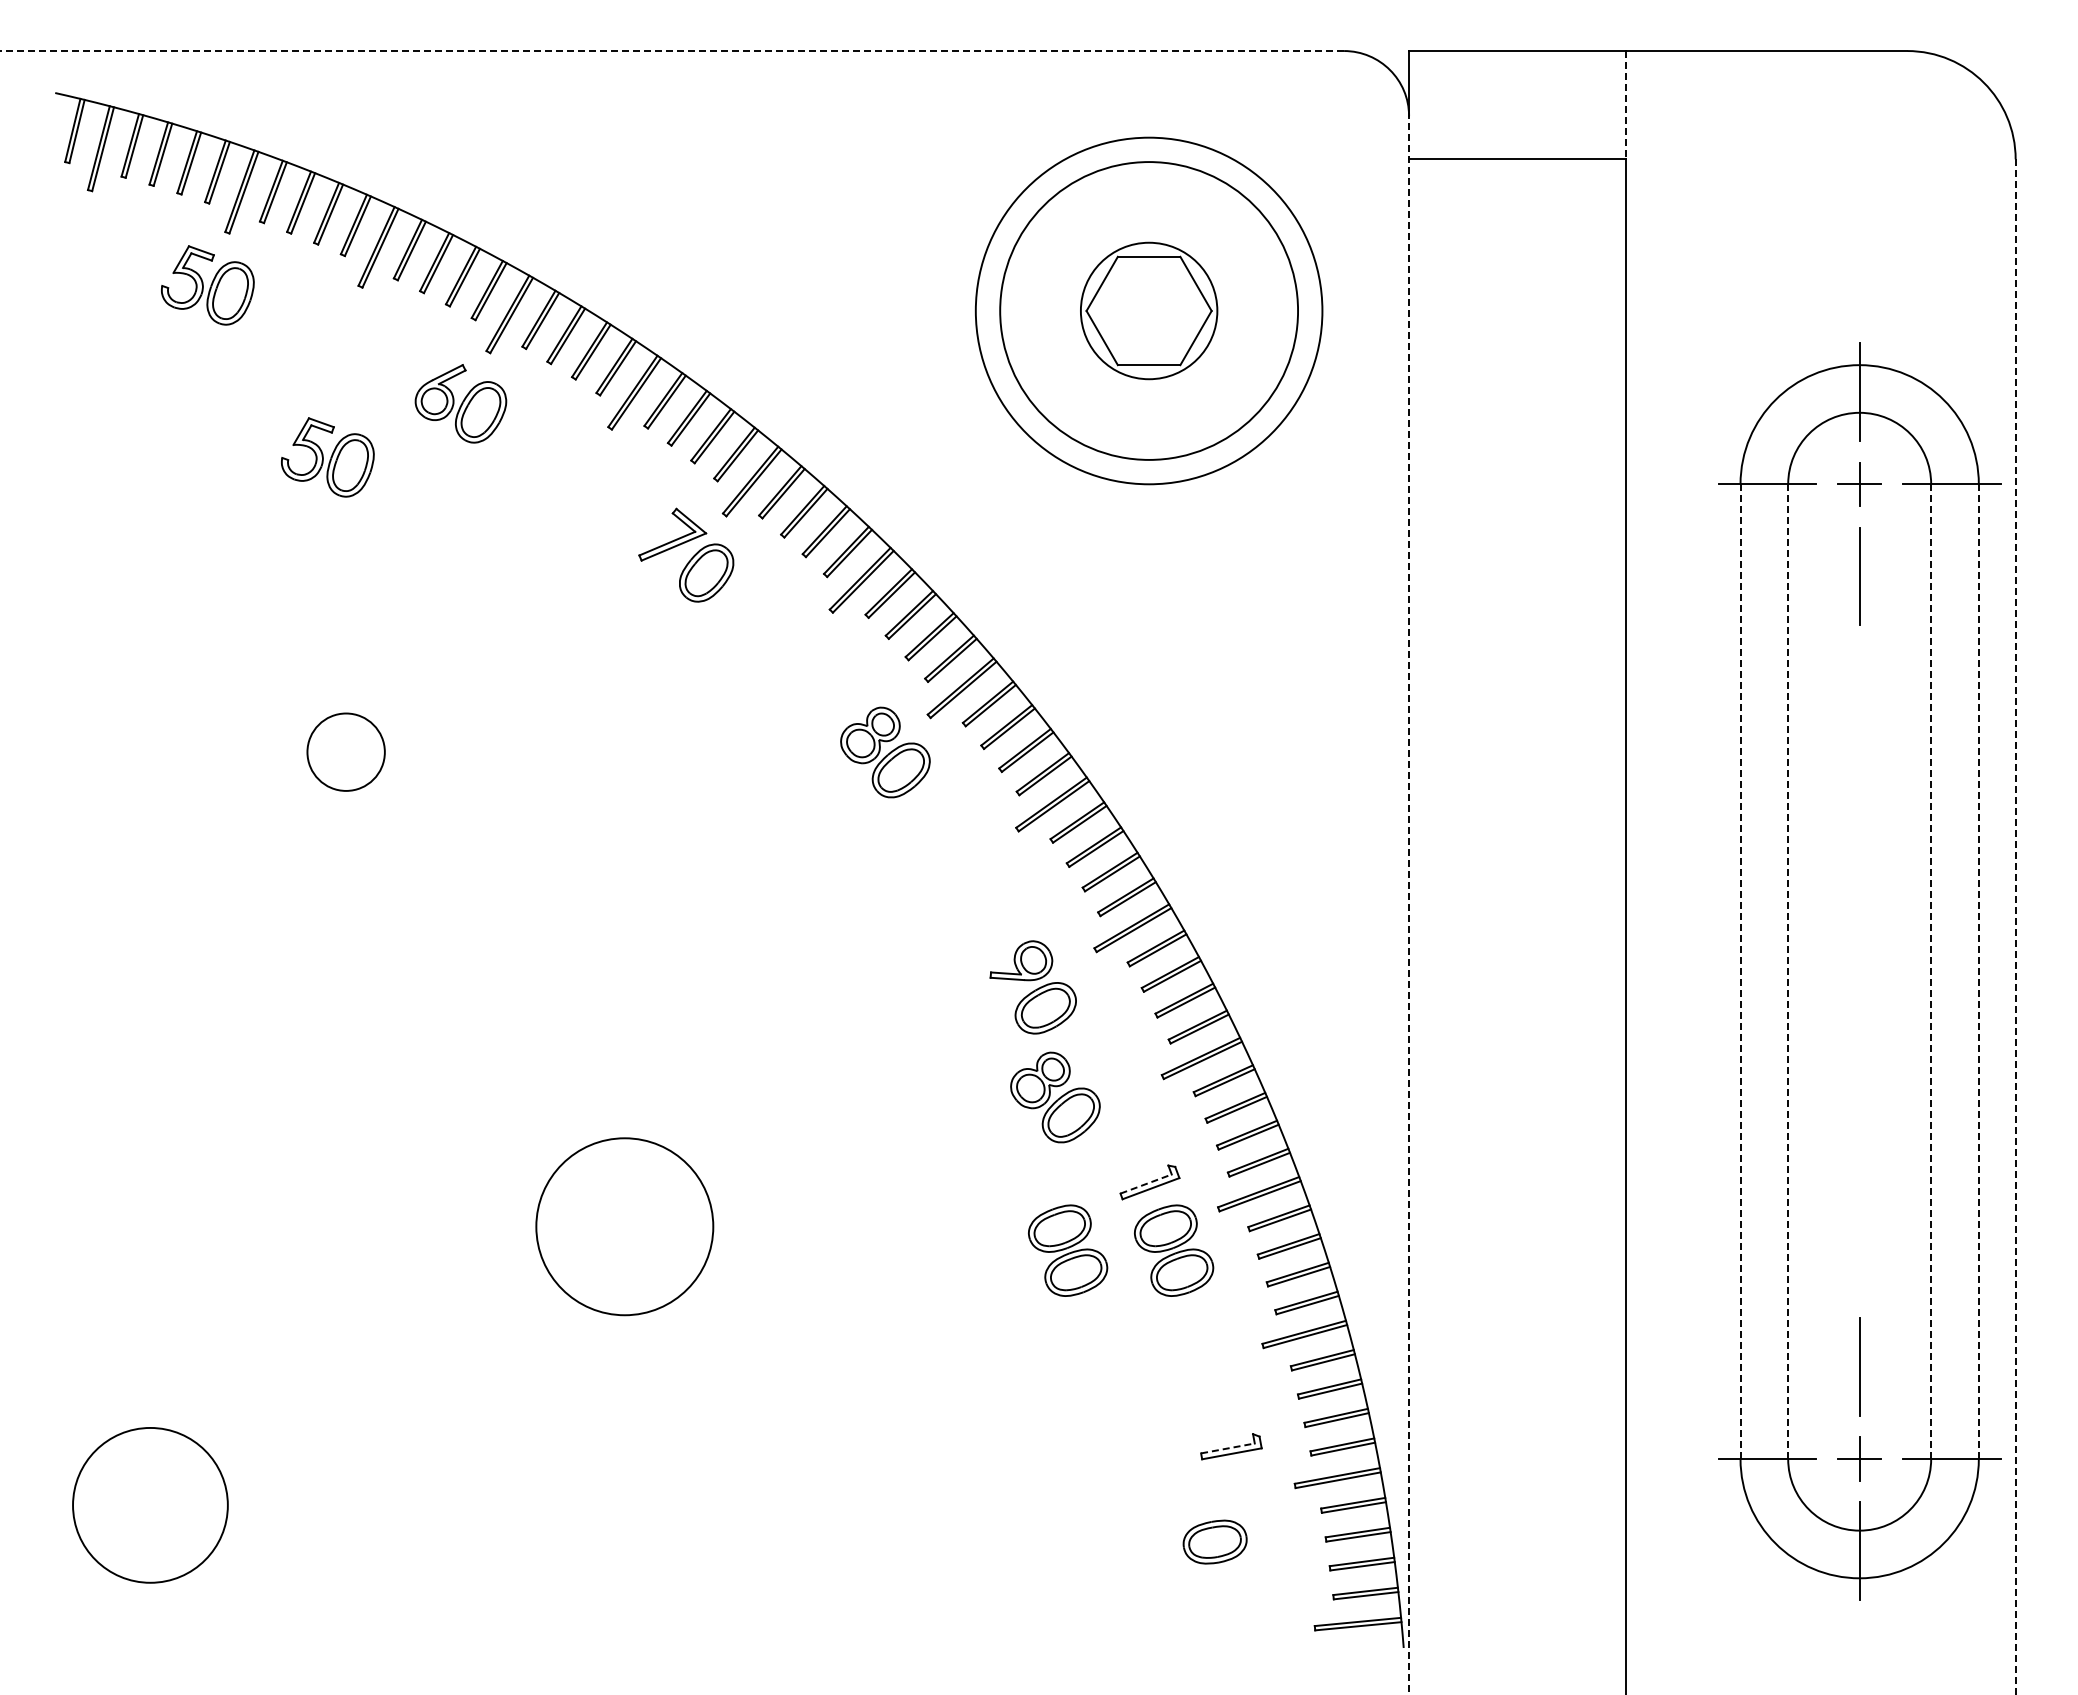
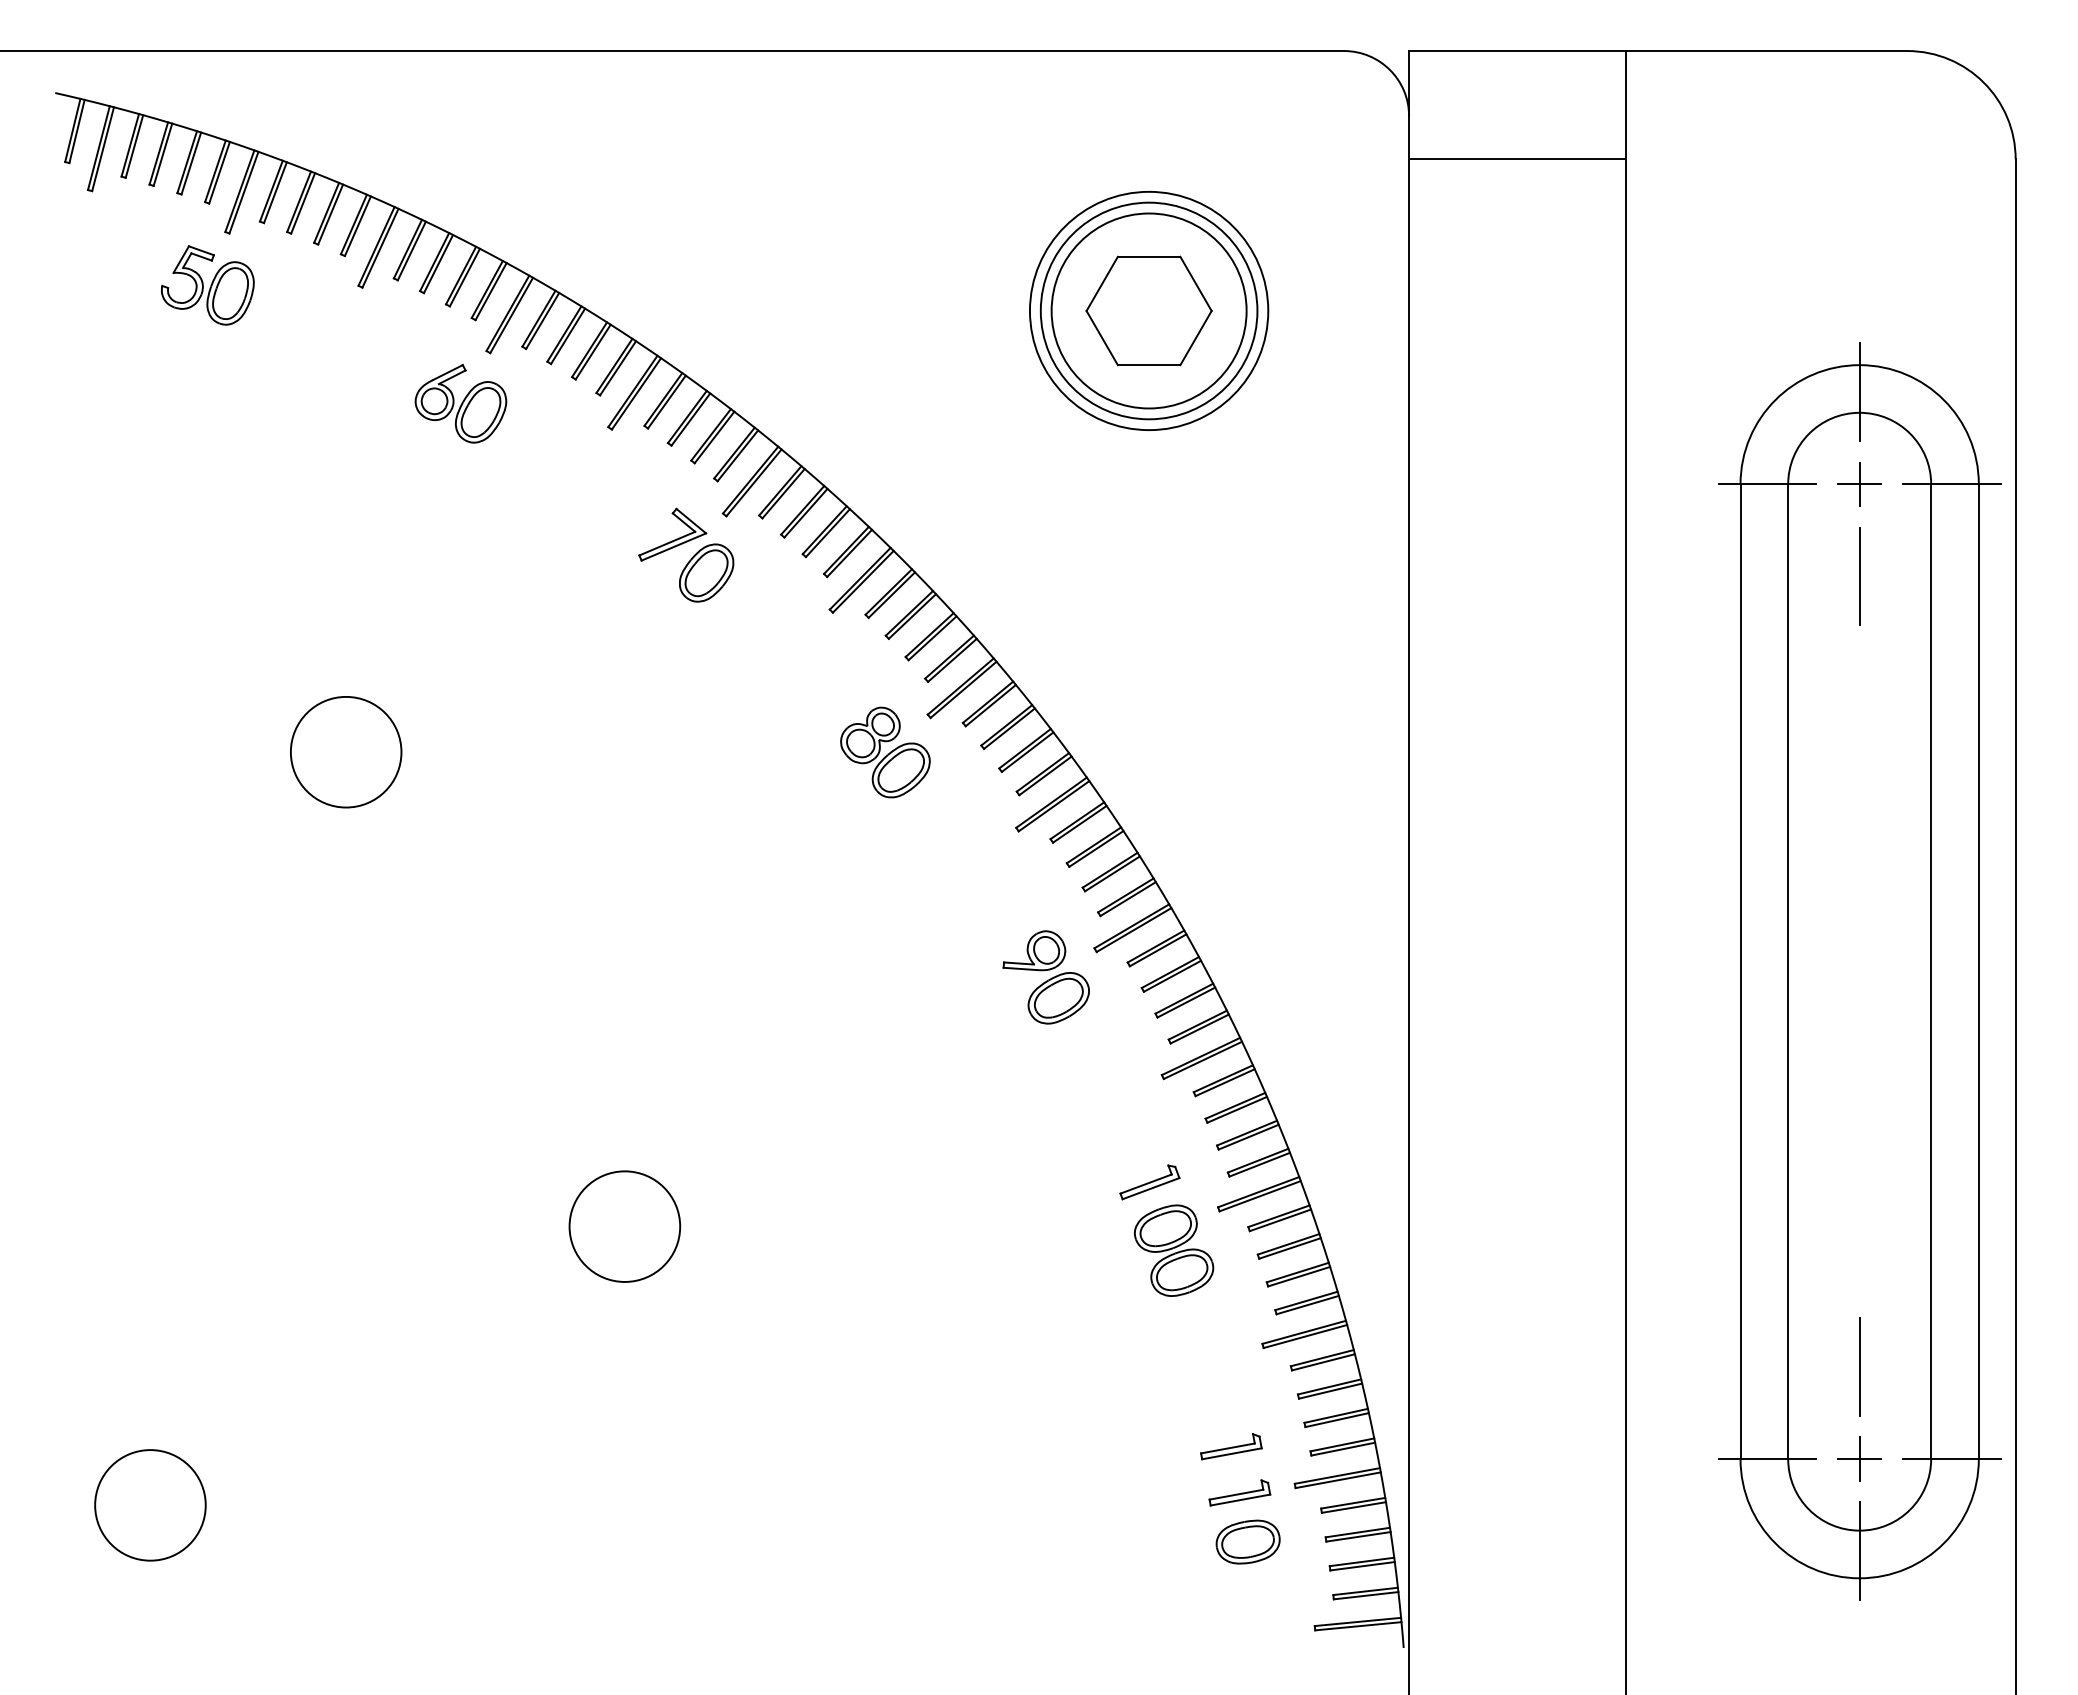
line at (672, 51): dashed -> solid
line at (1625, 105): dashed -> solid
circle at (1148, 310) diameter: 136 px -> 195 px
circle at (1148, 310) diameter: 347 px -> 217 px
circle at (1149, 310) diameter: 298 px -> 238 px
part at (327, 457): present -> none
circle at (345, 751) diameter: 77 px -> 111 px
line at (1409, 904): dashed -> solid
line at (2015, 927): dashed -> solid
line at (1931, 971): dashed -> solid
line at (1978, 971): dashed -> solid
line at (1740, 972): dashed -> solid
line at (1788, 972): dashed -> solid
part at (1032, 987) position: (1032, 987) -> (1045, 977)
part at (1055, 1097): present -> none
line at (1146, 1183): dashed -> solid
circle at (624, 1226) size: 180x180 px -> 114x113 px
part at (1068, 1250): present -> none
line at (1228, 1448): dashed -> solid
part at (1239, 1492): none -> present
circle at (150, 1504) diameter: 155 px -> 111 px
part at (1214, 1541) position: (1214, 1541) -> (1247, 1541)
